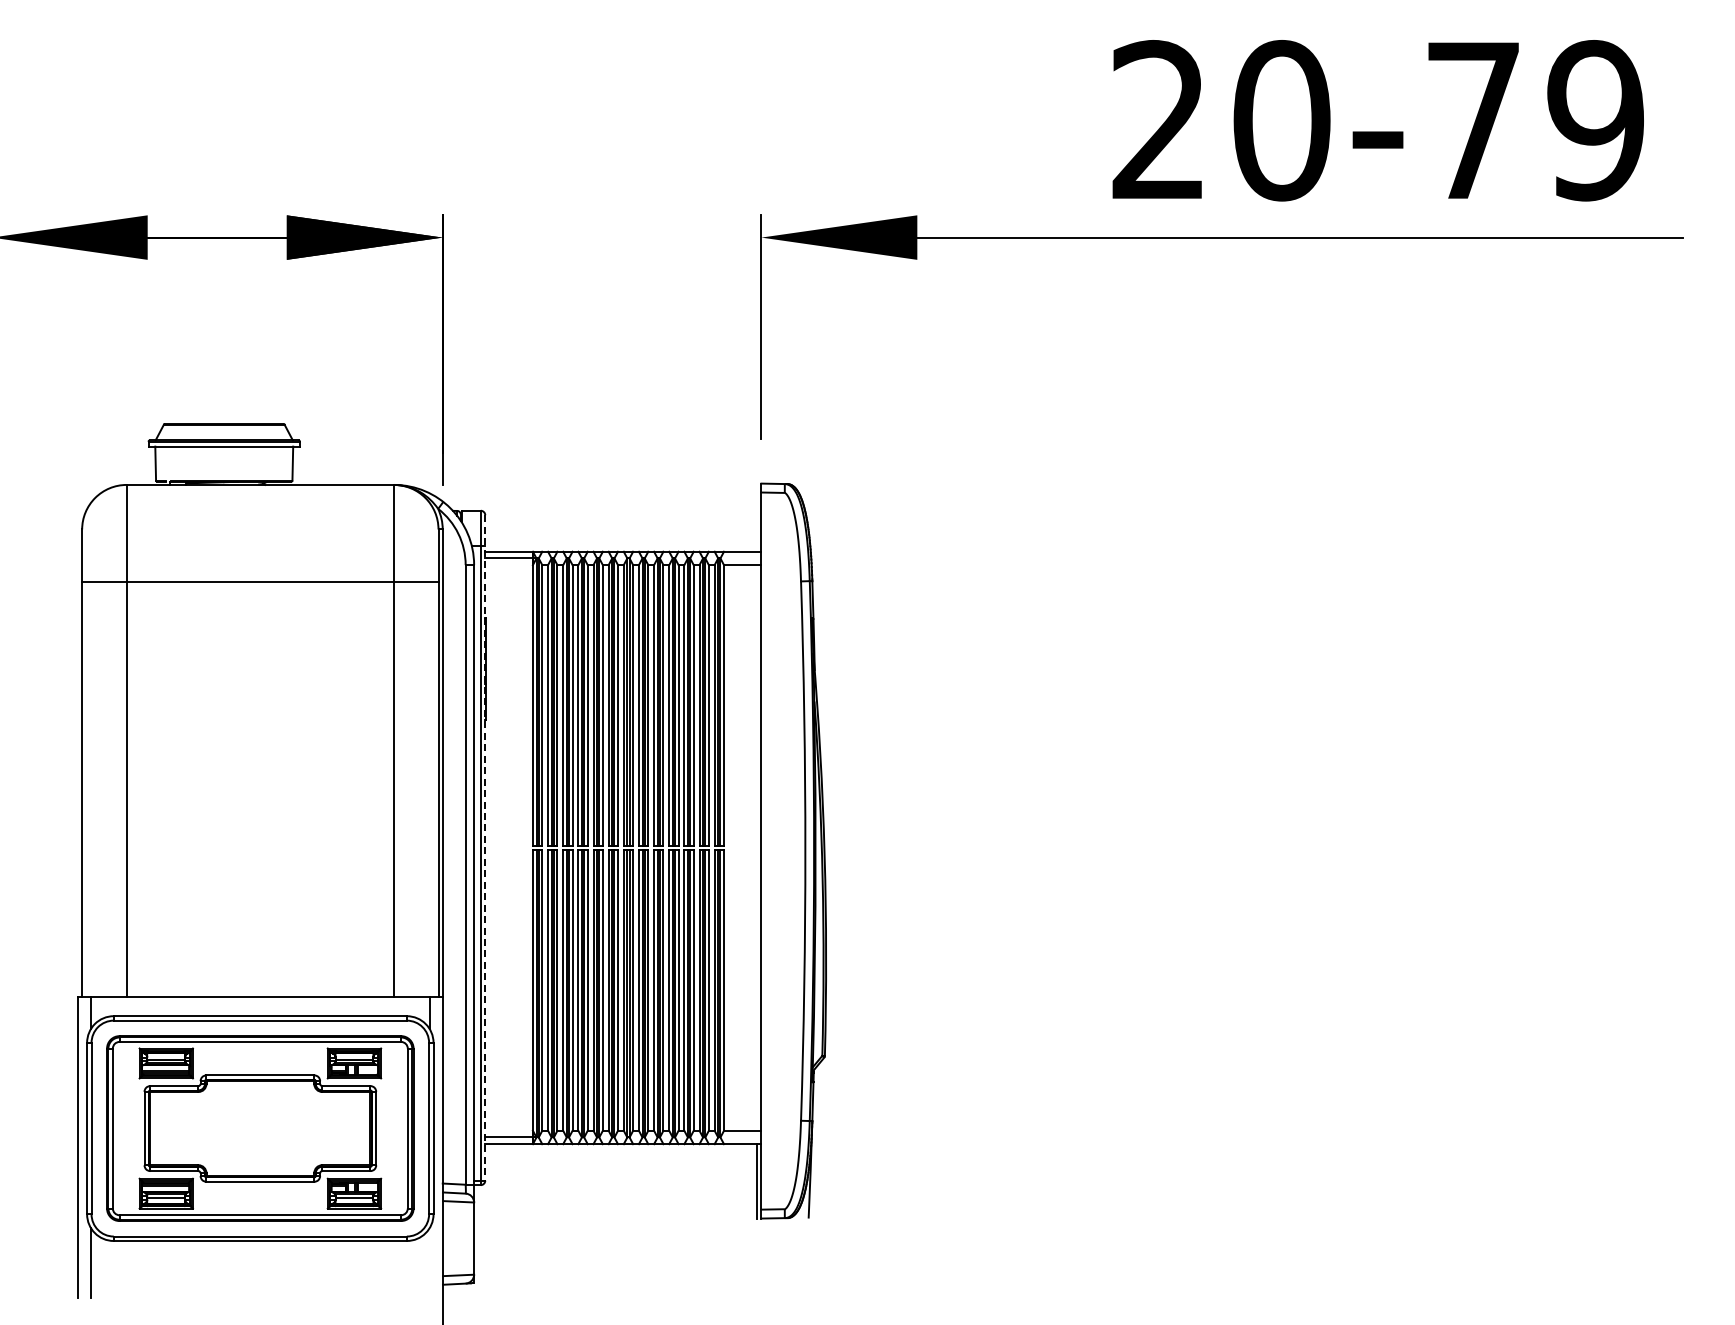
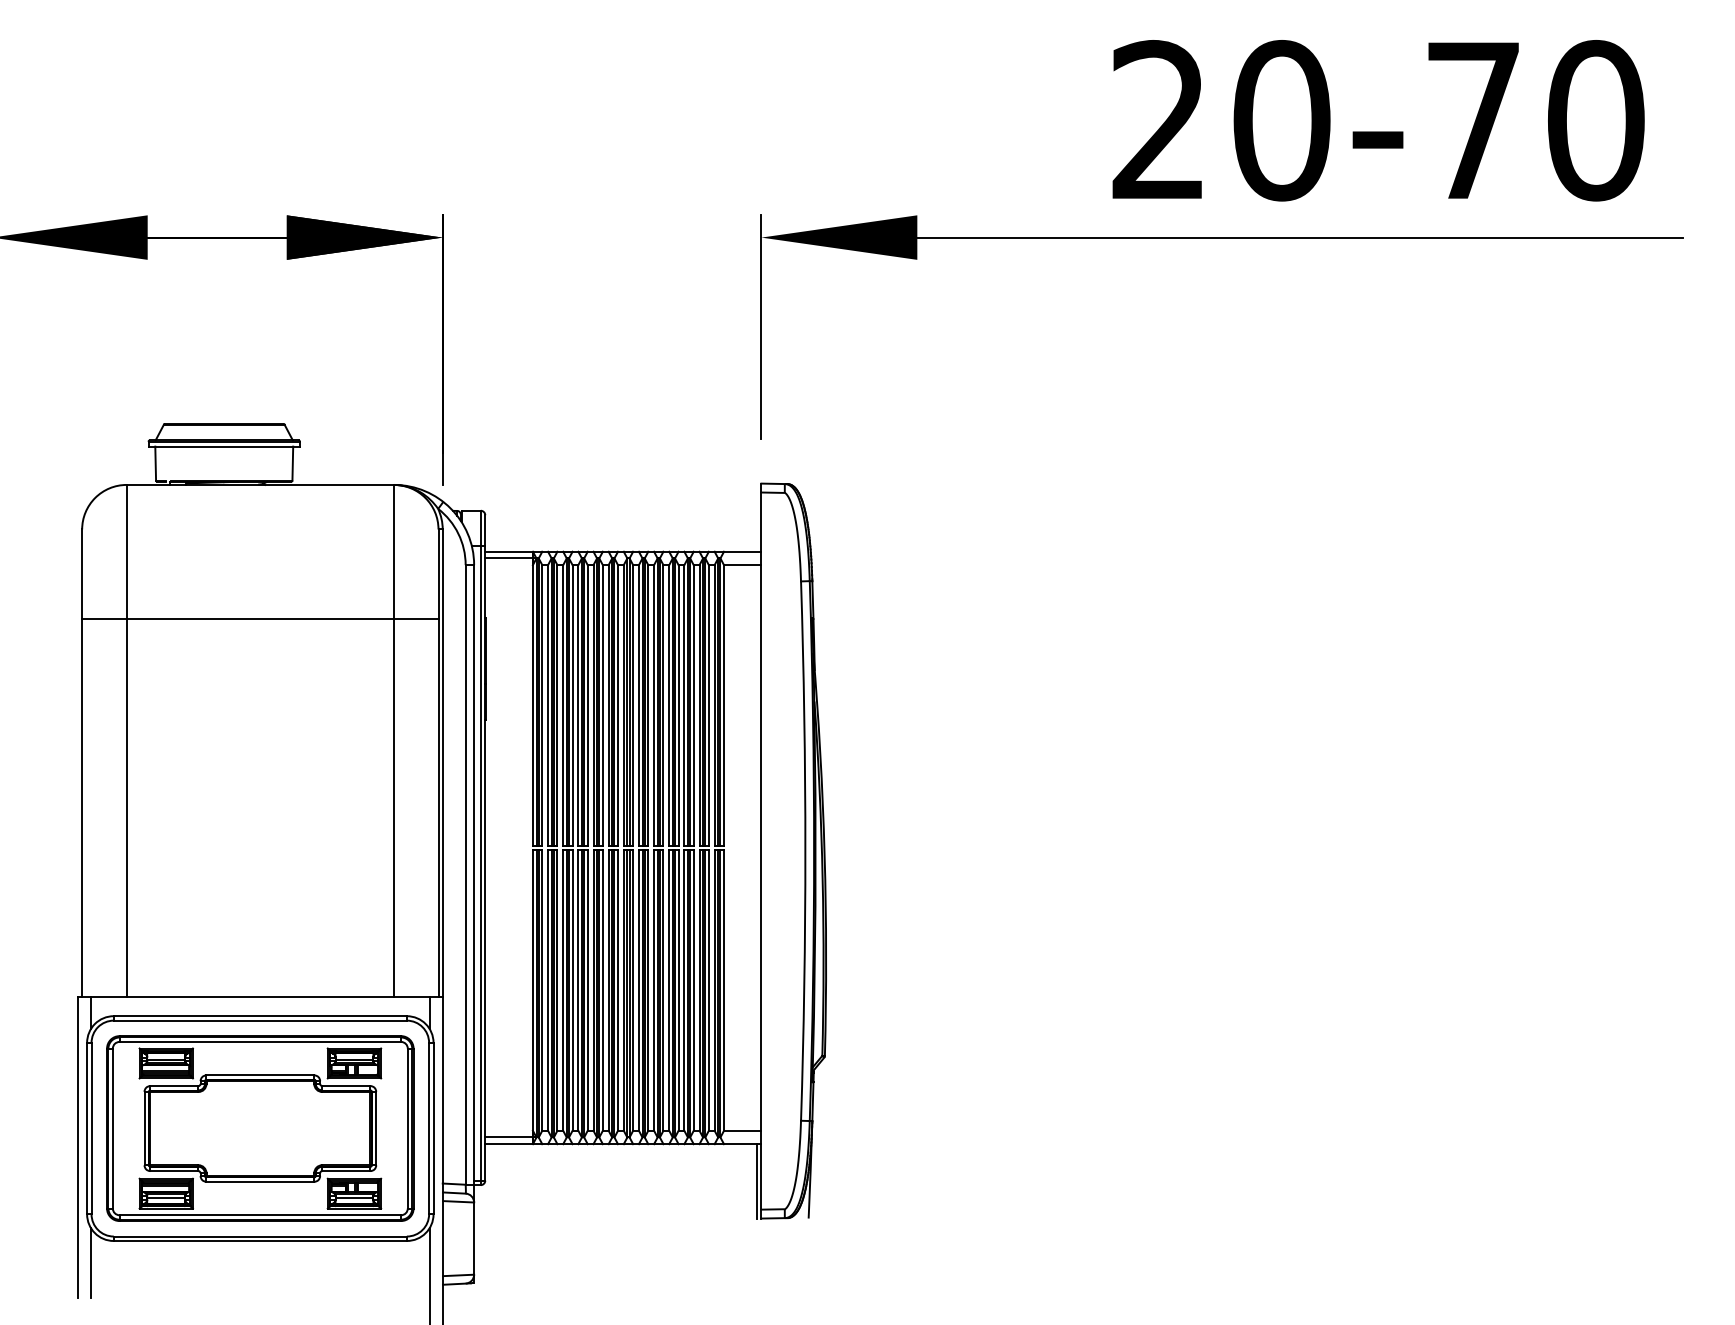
text at (1595, 120): 20-79 -> 20-70
line at (260, 581) position: (260, 581) -> (260, 618)
line at (485, 847): dashed -> solid
line at (429, 1274): none -> present
